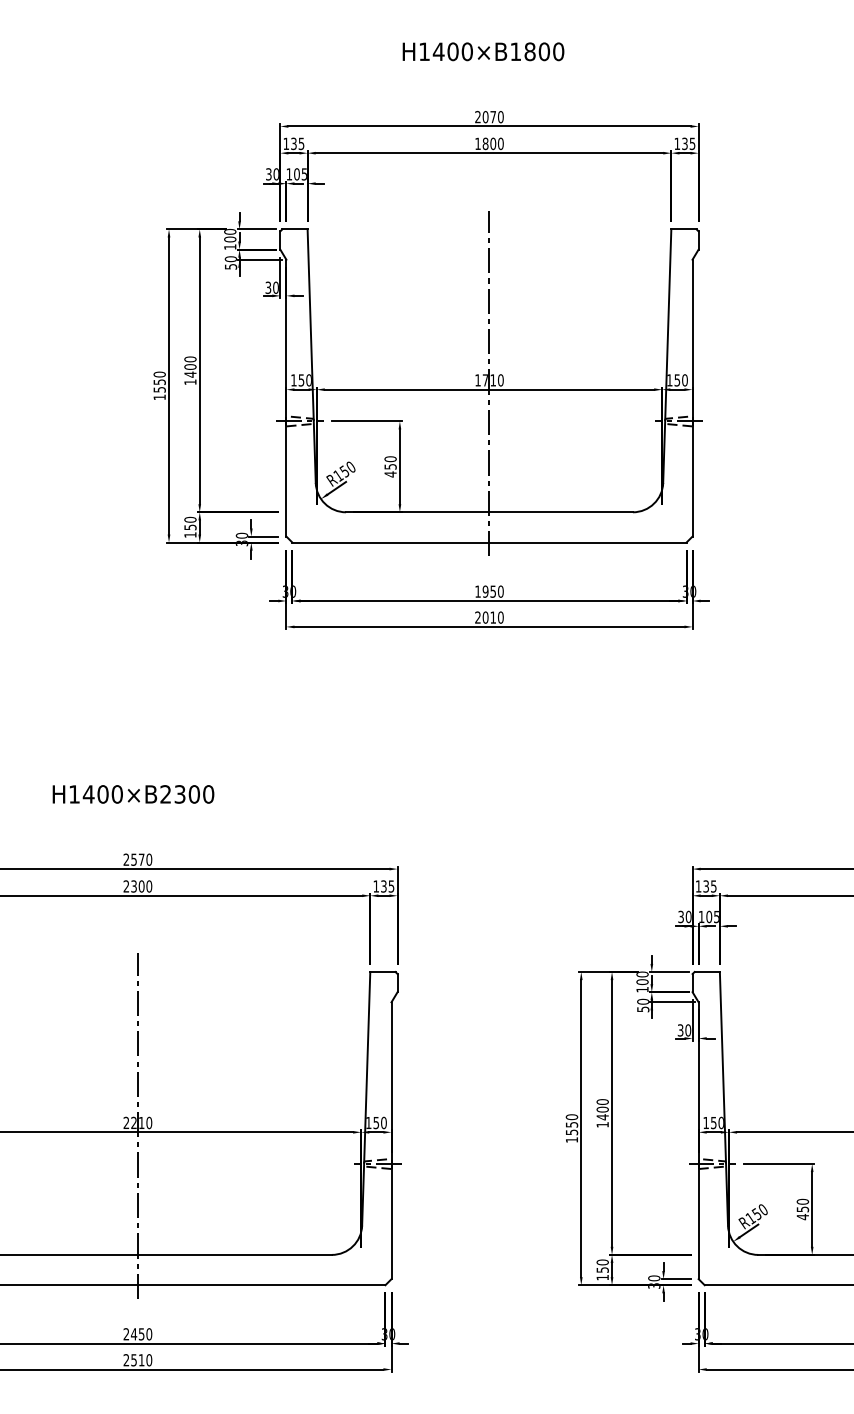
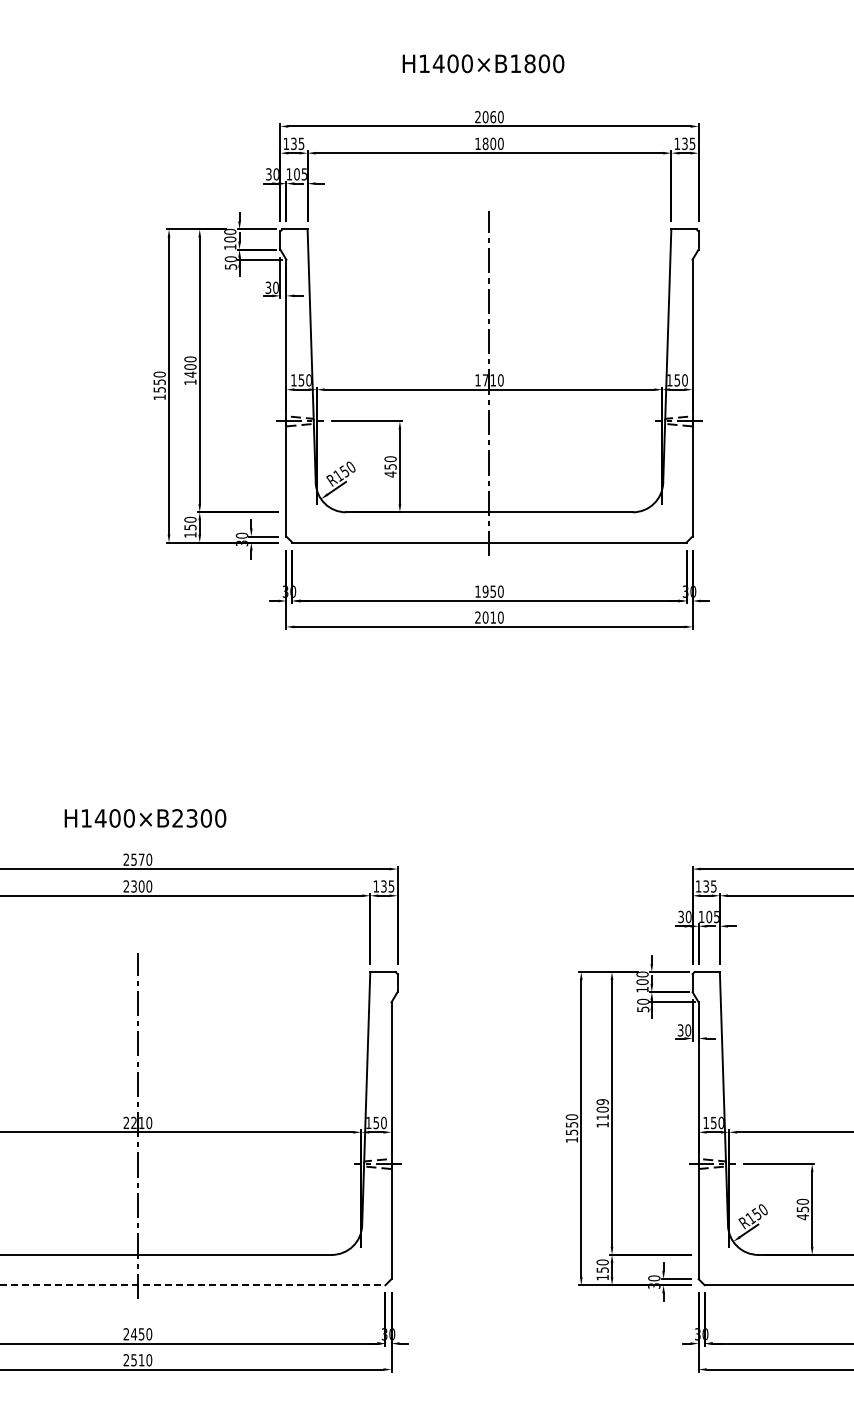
text at (483, 51) position: (483, 51) -> (483, 63)
text at (493, 117): 2070 -> 2060
text at (133, 794) position: (133, 794) -> (145, 818)
text at (602, 1109): 1400 -> 1109
line at (192, 1285): solid -> dashed
